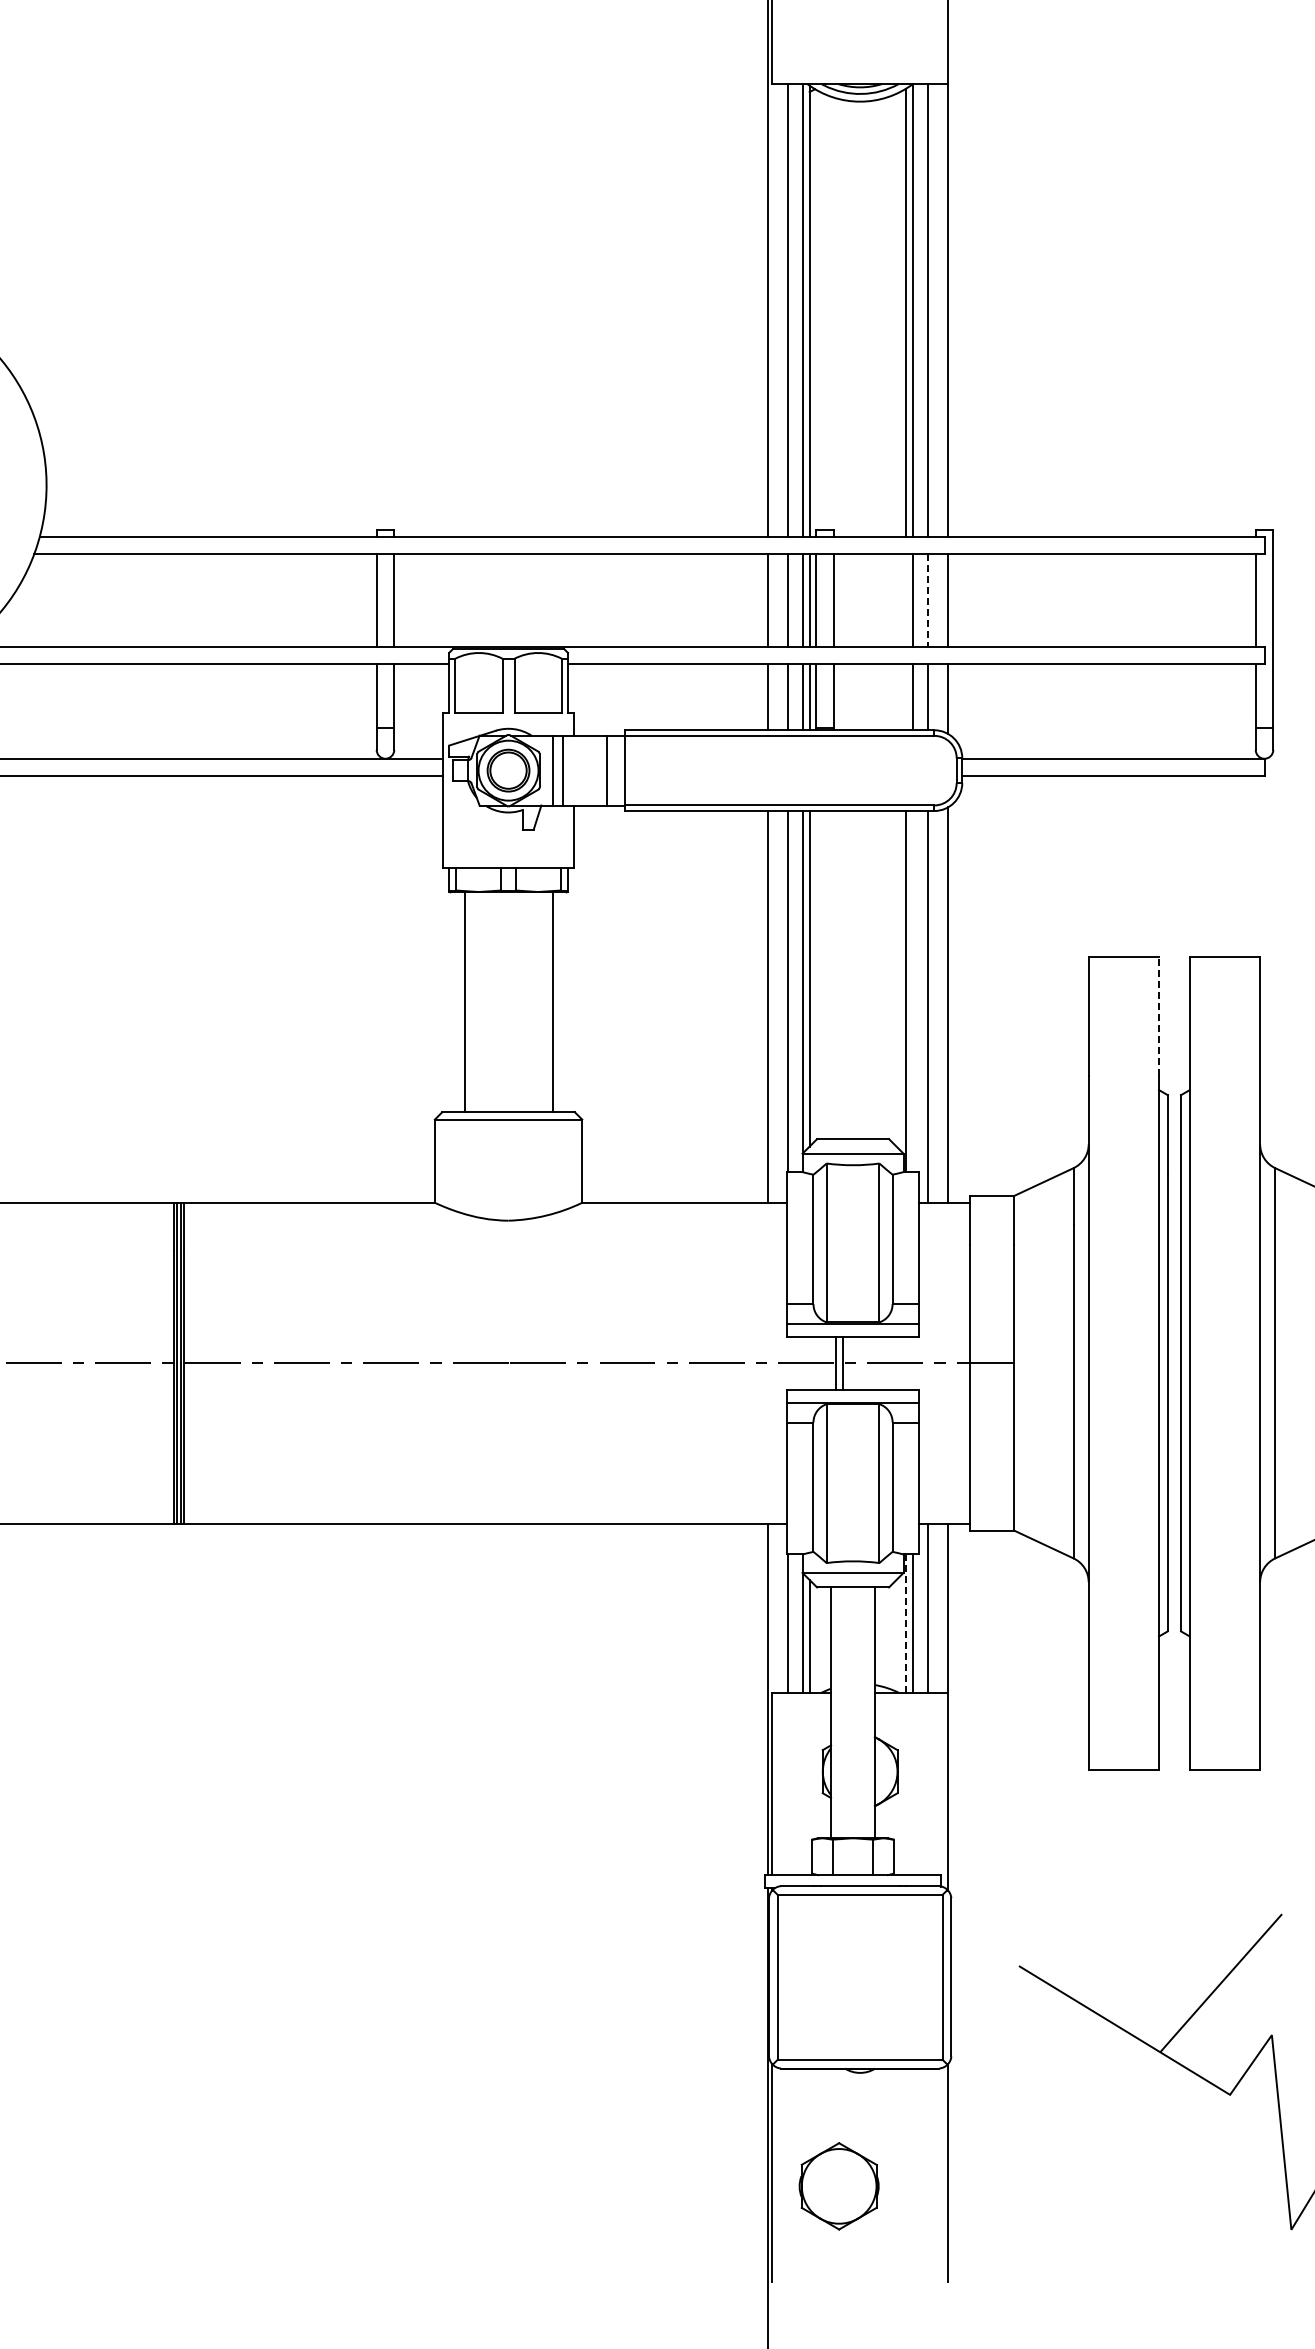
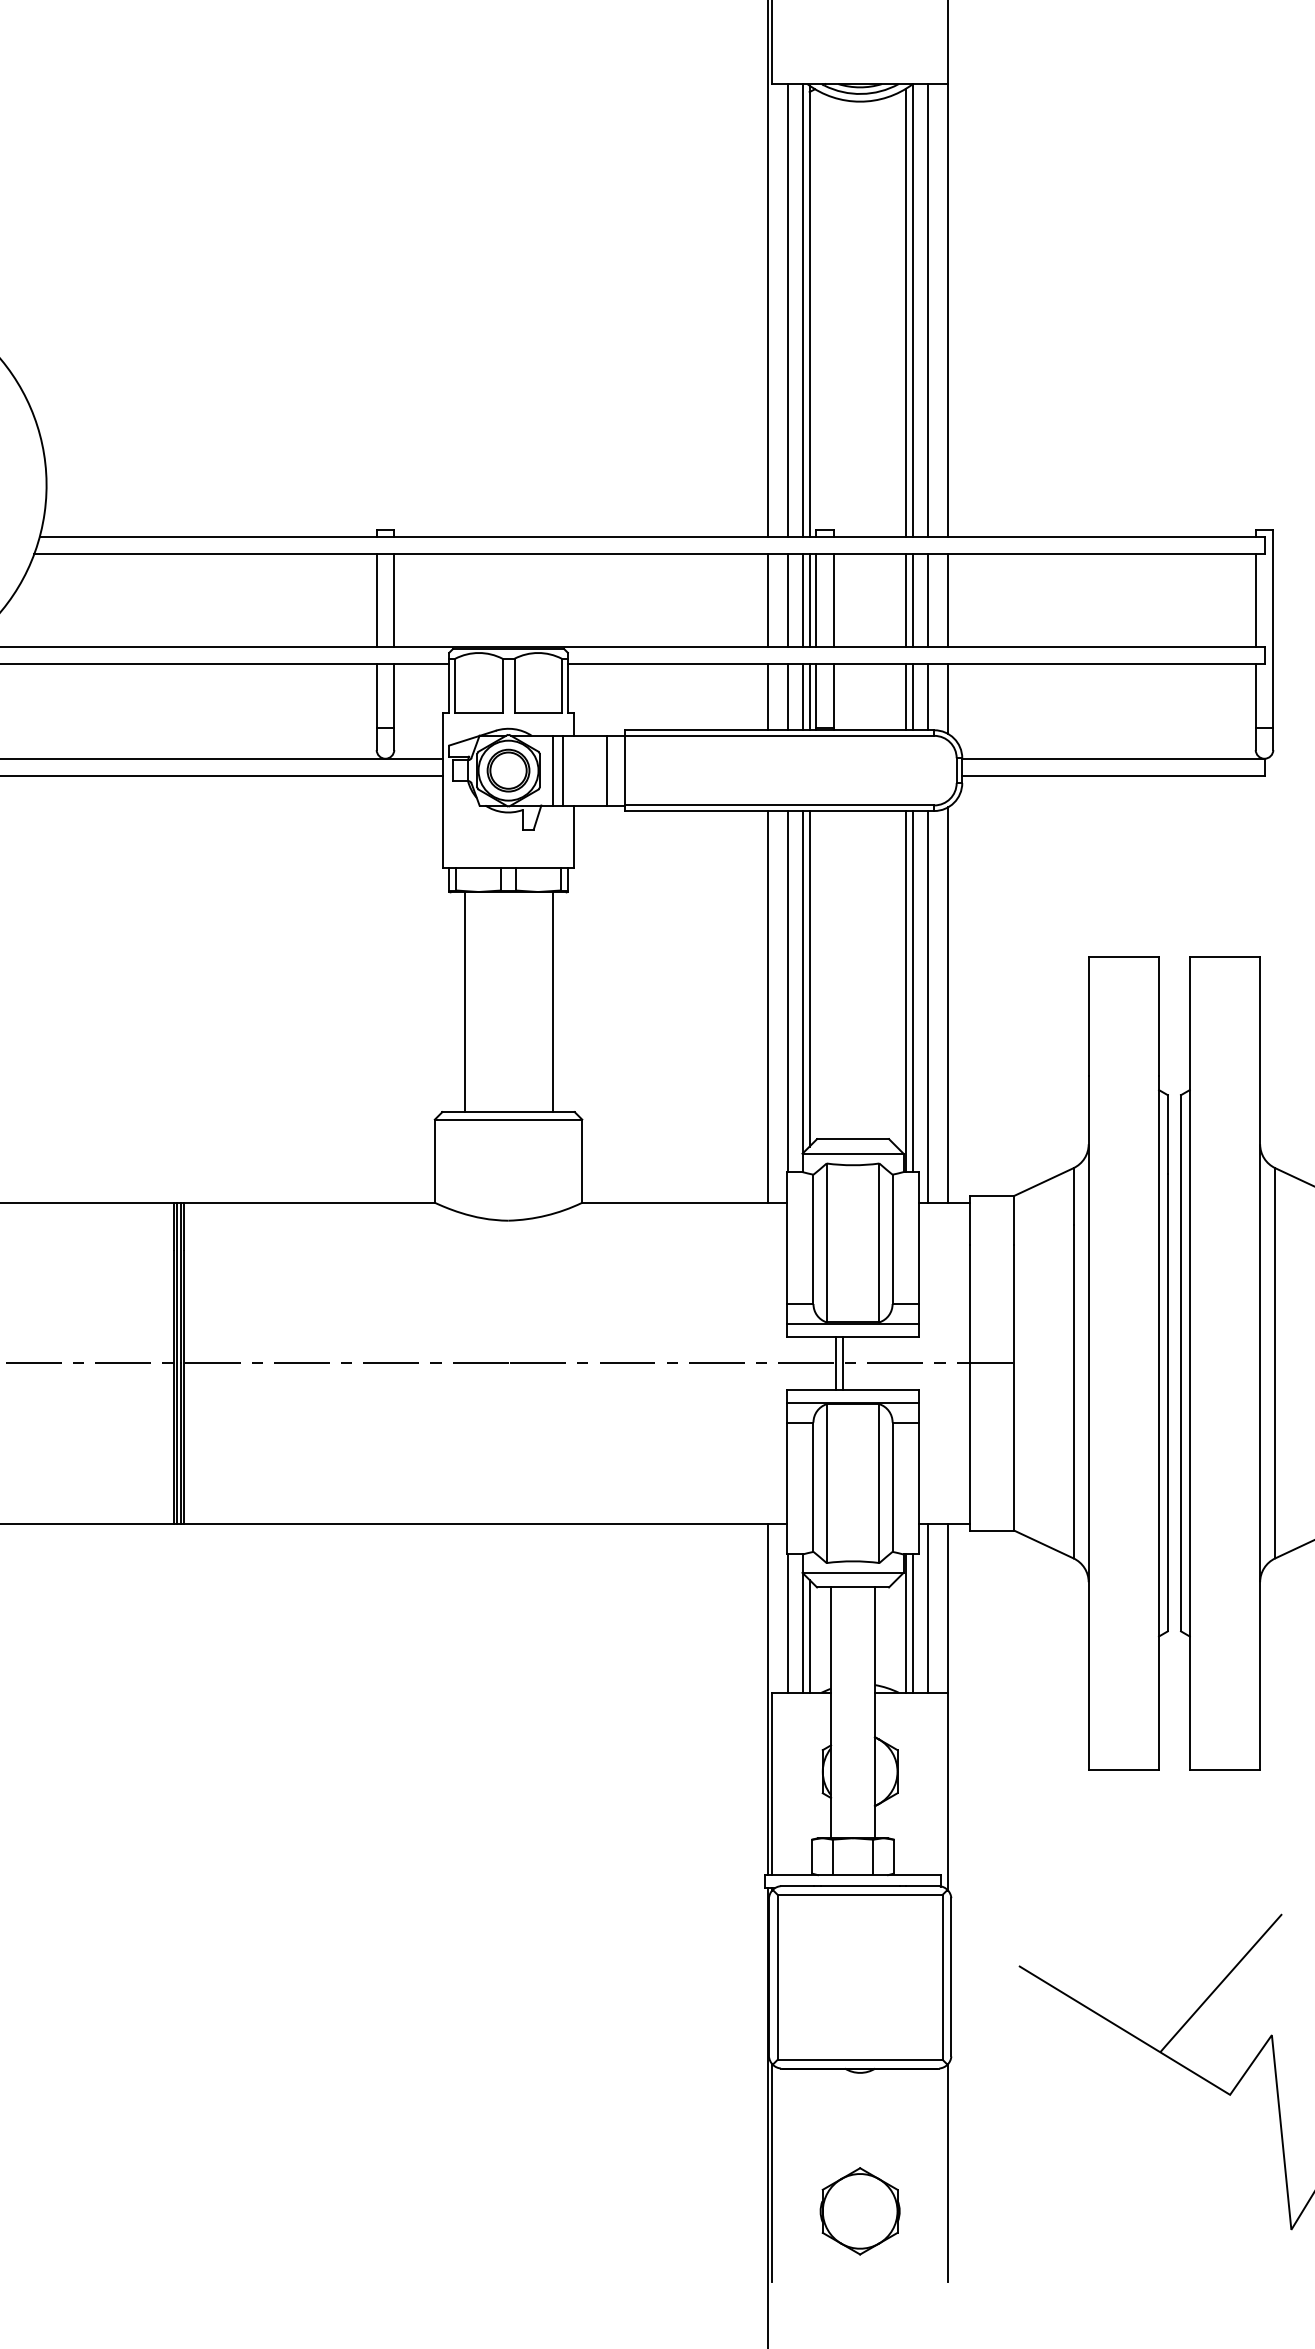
line at (906, 600): none -> present
line at (928, 600): dashed -> solid
line at (906, 697): none -> present
line at (912, 991): none -> present
line at (1159, 1016): dashed -> solid
line at (906, 1624): dashed -> solid
part at (838, 2186) position: (838, 2186) -> (859, 2211)
